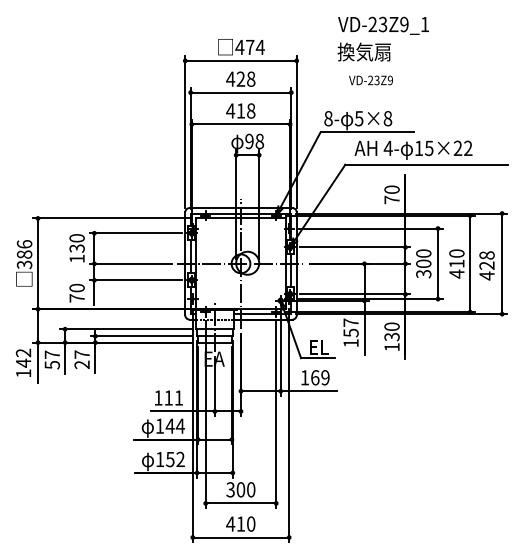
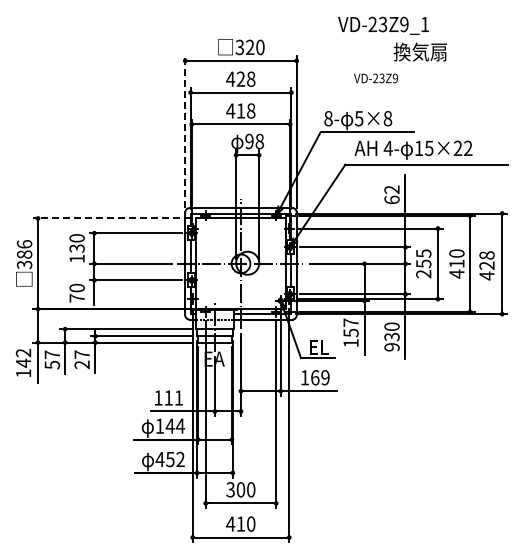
text at (249, 47): 474 -> 320
text at (363, 51) position: (363, 51) -> (419, 51)
text at (370, 80) position: (370, 80) -> (375, 78)
line at (185, 131): solid -> dashed
text at (391, 194): 70 -> 62
line at (112, 218): solid -> dashed
text at (423, 263): 300 -> 255
text at (391, 347): 130 -> 930
text at (159, 459): 152 -> 452
